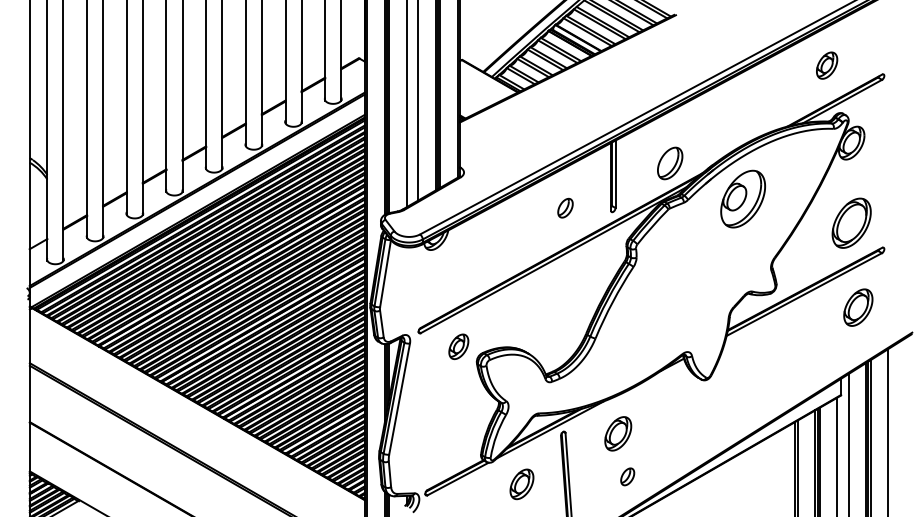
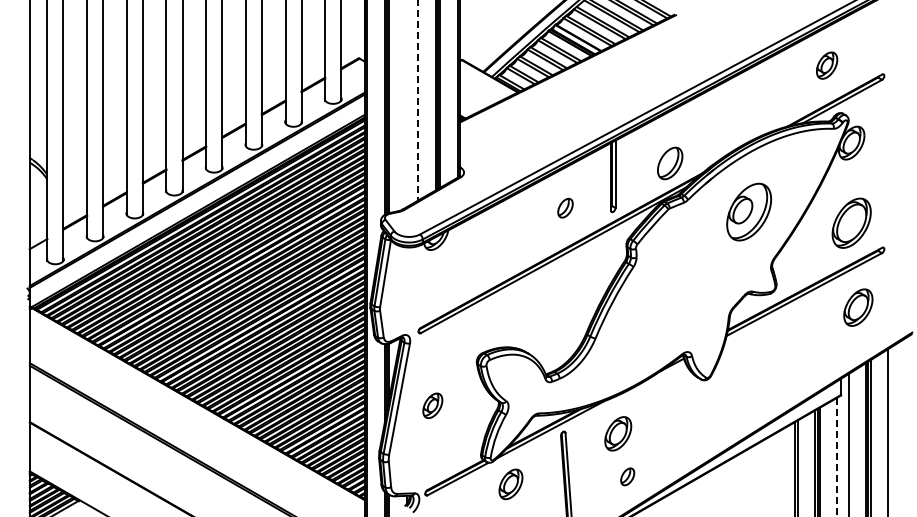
line at (418, 100): solid -> dashed
line at (406, 104): present -> none
part at (742, 198) position: (742, 198) -> (748, 211)
part at (458, 346) position: (458, 346) -> (432, 405)
line at (837, 457): solid -> dashed
part at (521, 484) position: (521, 484) -> (510, 484)
